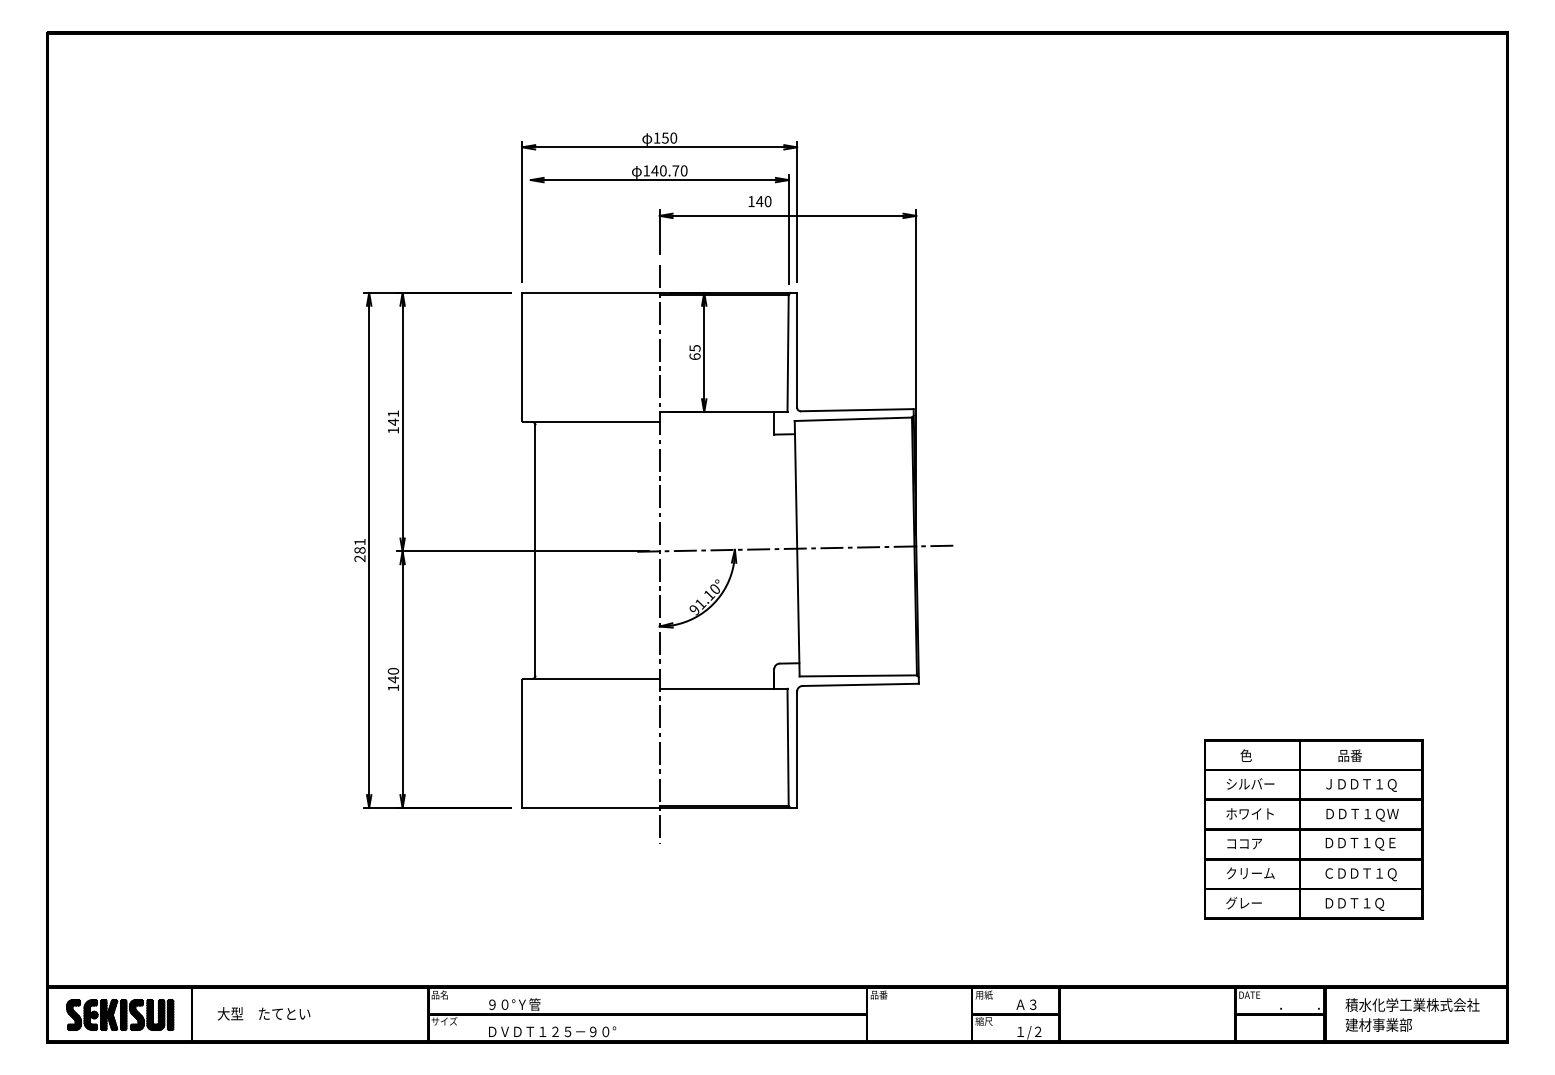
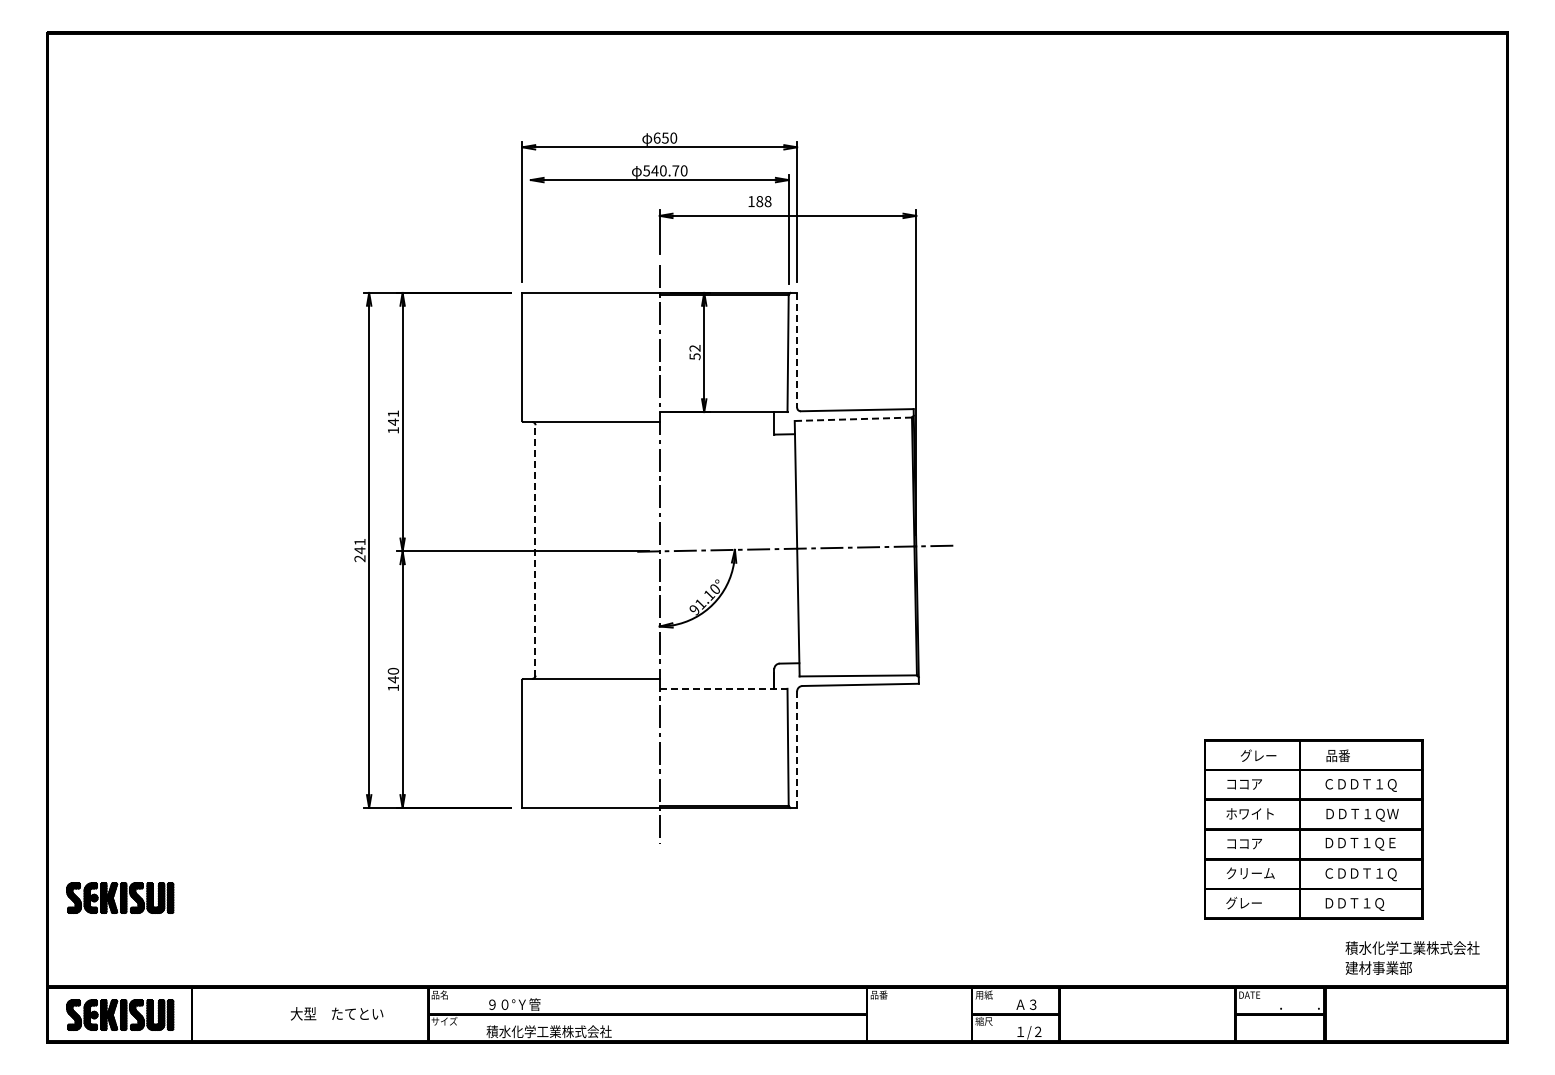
text at (656, 137): 150 -> 650
text at (646, 170): 140.70 -> 540.70
text at (763, 201): 140 -> 188
line at (797, 350): solid -> dashed
text at (694, 352): 65 -> 52
line at (853, 419): solid -> dashed
line at (535, 549): solid -> dashed
text at (359, 550): 281 -> 241
line at (723, 688): solid -> dashed
line at (797, 749): solid -> dashed
text at (1258, 755): 色 -> グレー
text at (1349, 755) position: (1349, 755) -> (1337, 755)
text at (1250, 783): シルバー -> ココア
text at (1328, 784): ＪＤＤＴ１Ｑ -> ＣＤＤＴ１Ｑ
part at (120, 897): none -> present
text at (264, 1013) position: (264, 1013) -> (337, 1013)
text at (1412, 1014) position: (1412, 1014) -> (1412, 957)
text at (551, 1031): ＤＶＤＴ１２５－９０° -> 積水化学工業株式会社
